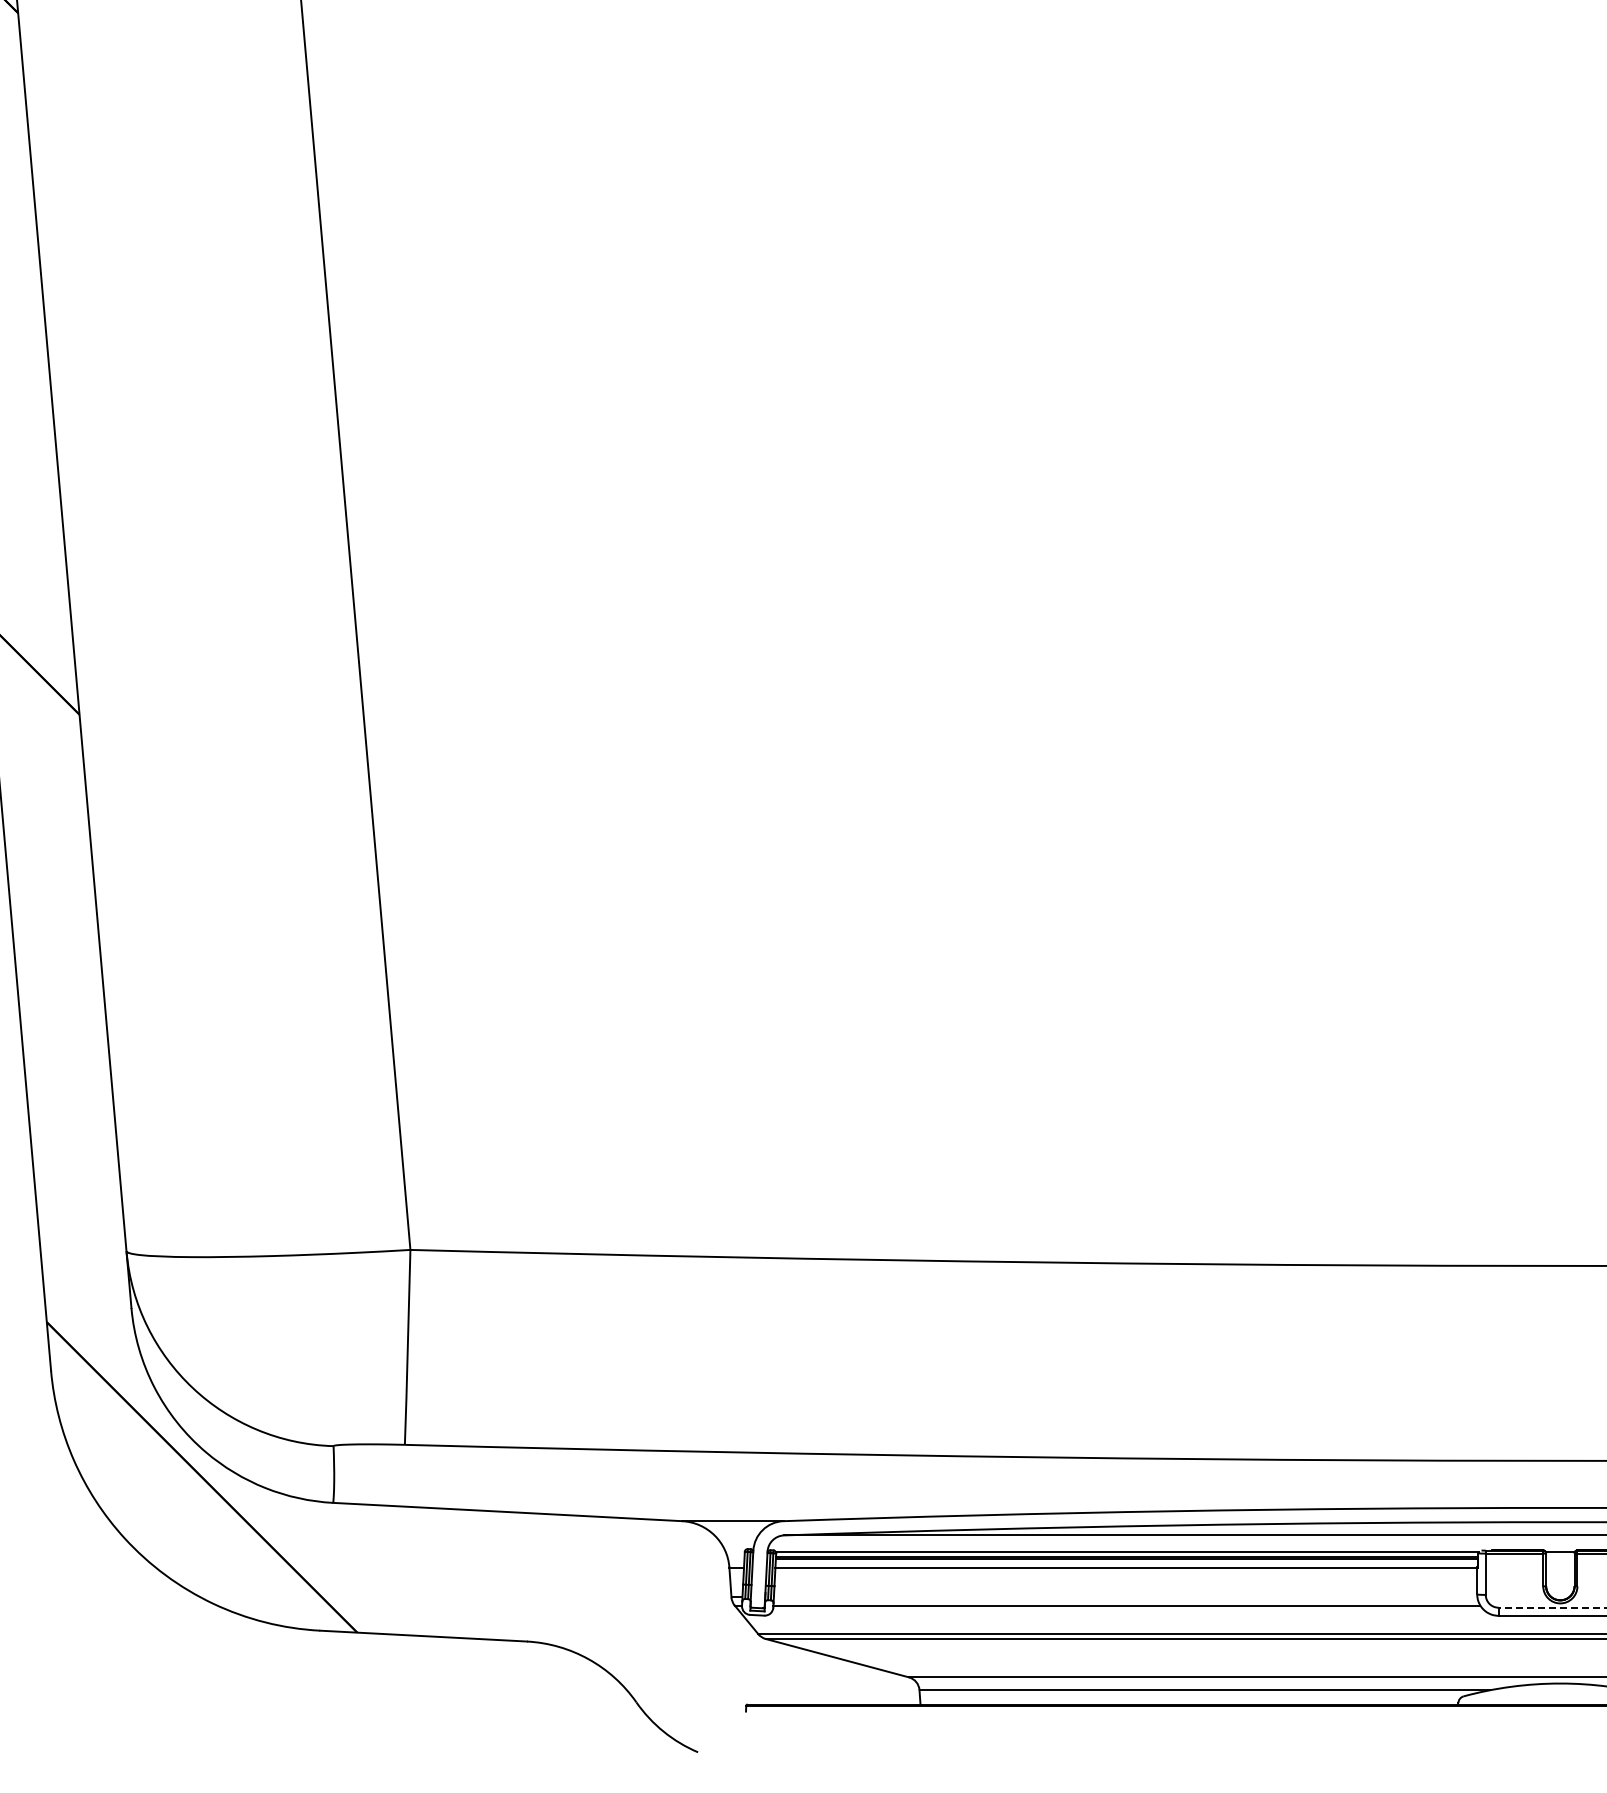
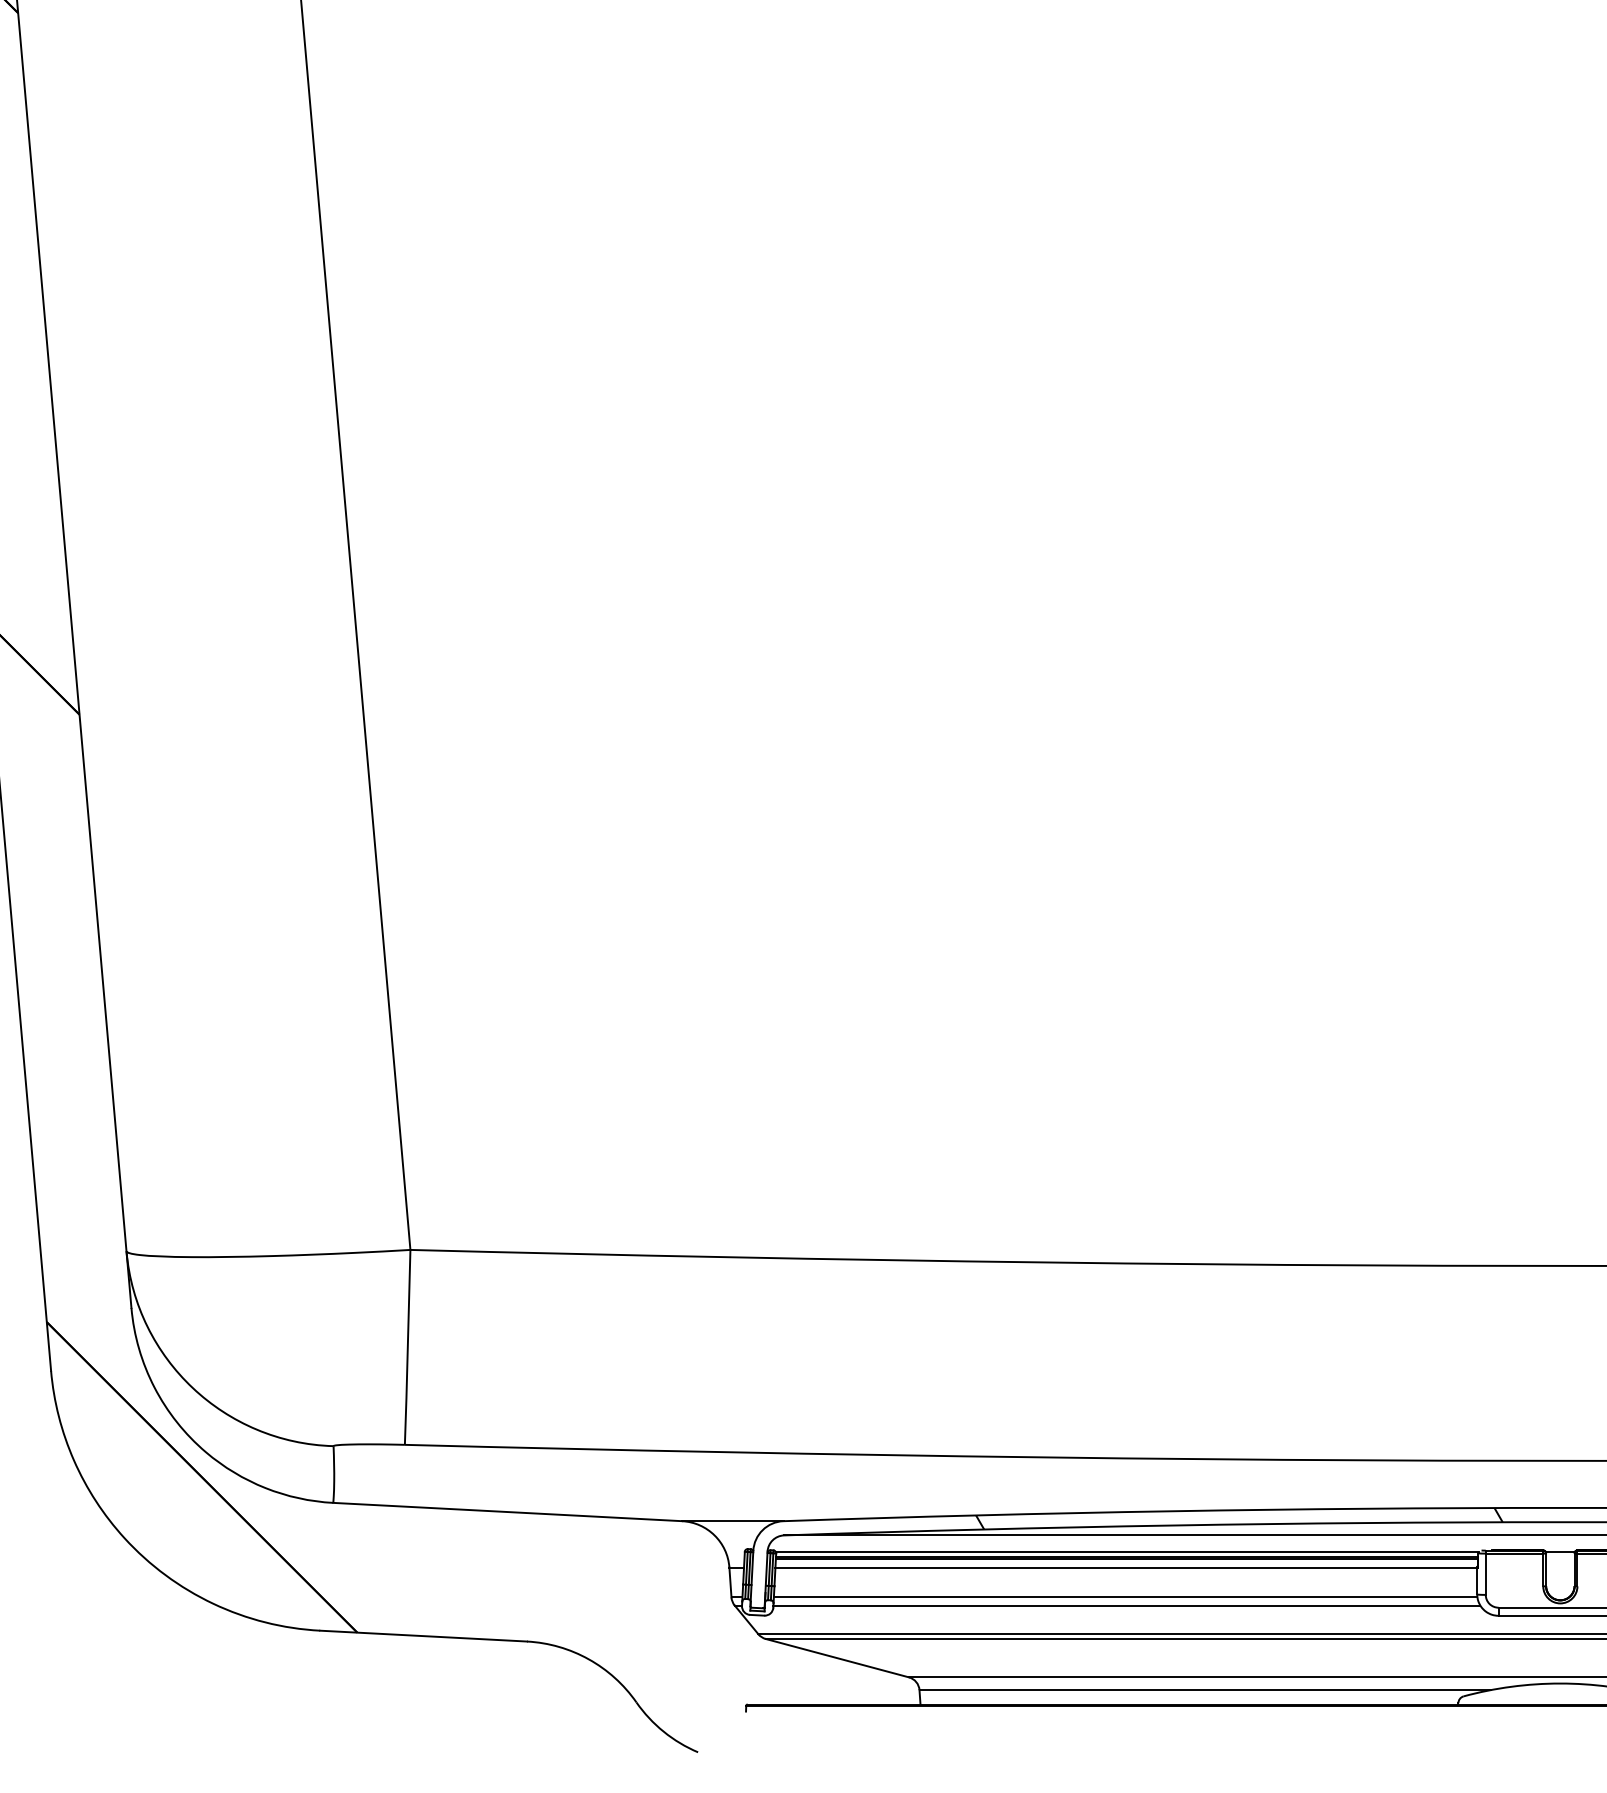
hatch at (1239, 1518): none -> present
line at (1125, 1597): none -> present
line at (1552, 1607): dashed -> solid
